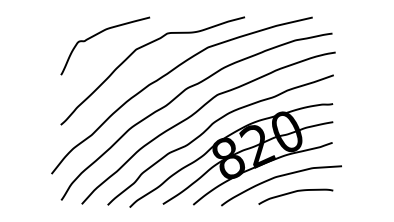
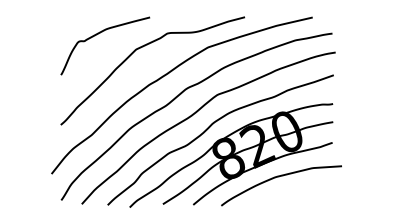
curve at (295, 192): present -> none
